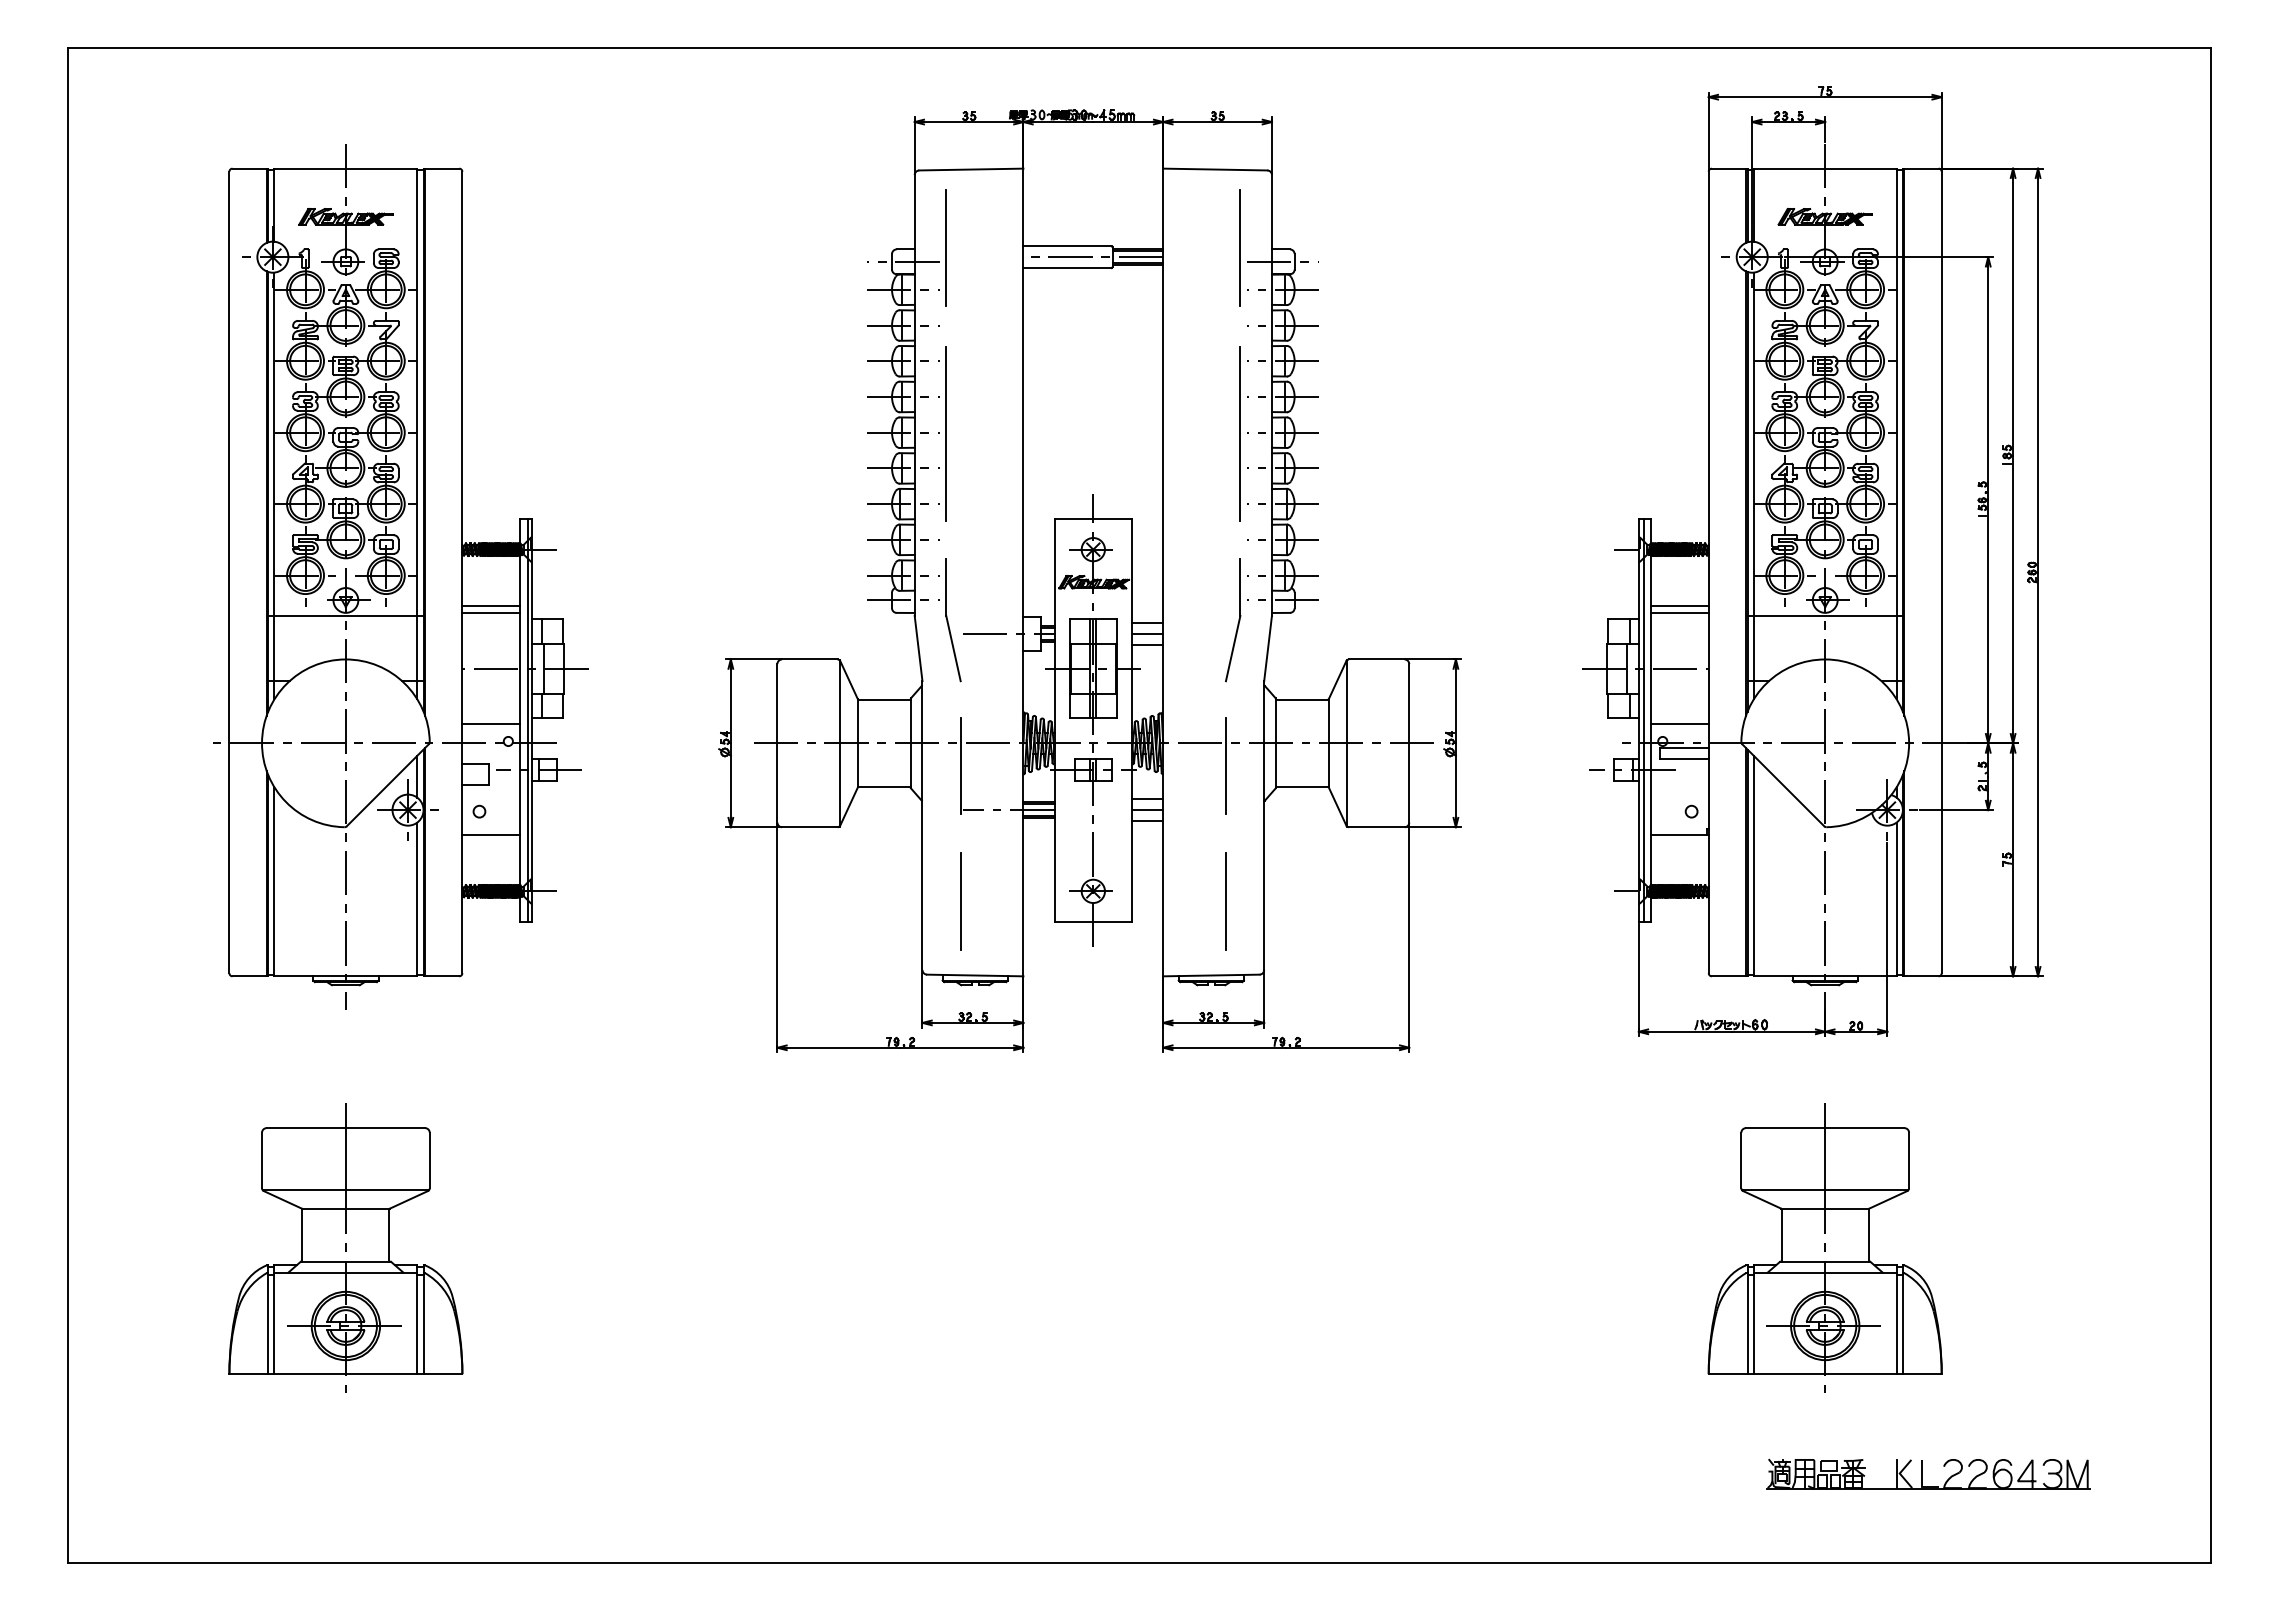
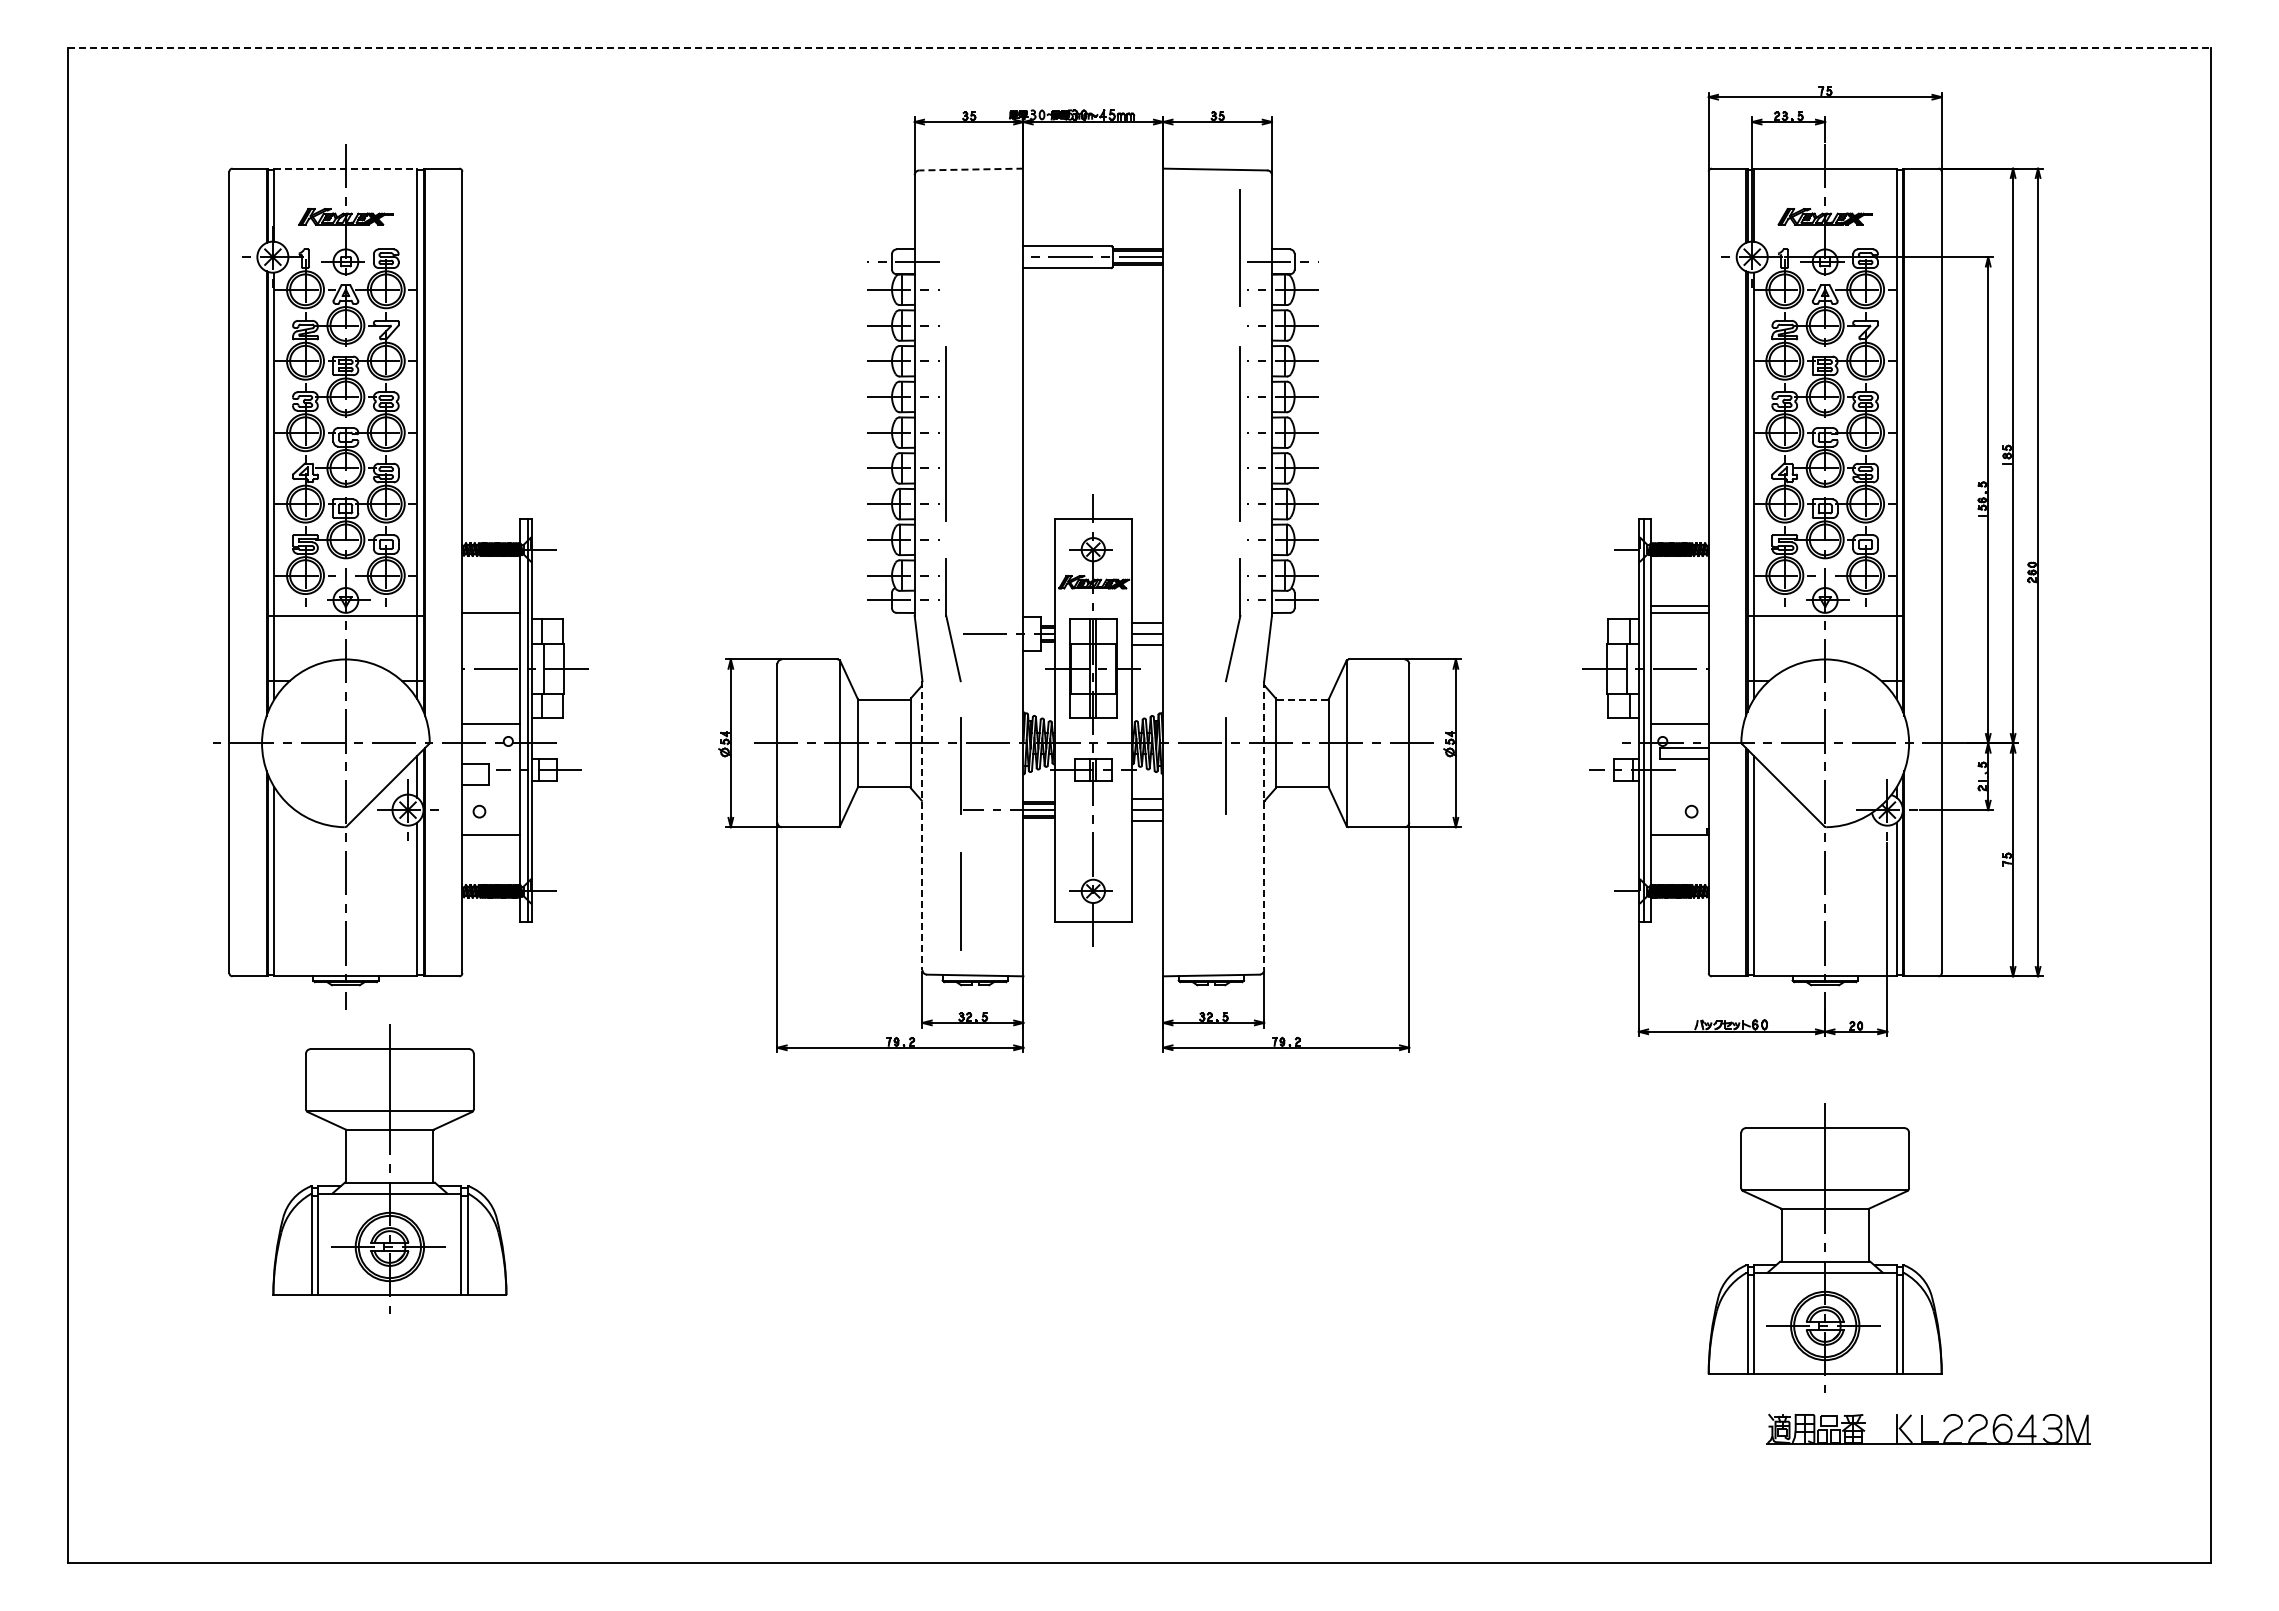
line at (1139, 48): solid -> dashed
line at (346, 168): solid -> dashed
line at (970, 169): solid -> dashed
line at (946, 247): present -> none
line at (491, 606): present -> none
line at (1301, 699): solid -> dashed
line at (922, 826): solid -> dashed
line at (1264, 826): solid -> dashed
line at (1225, 900): present -> none
part at (345, 1247) position: (345, 1247) -> (389, 1168)
part at (1928, 1473) position: (1928, 1473) -> (1928, 1428)
